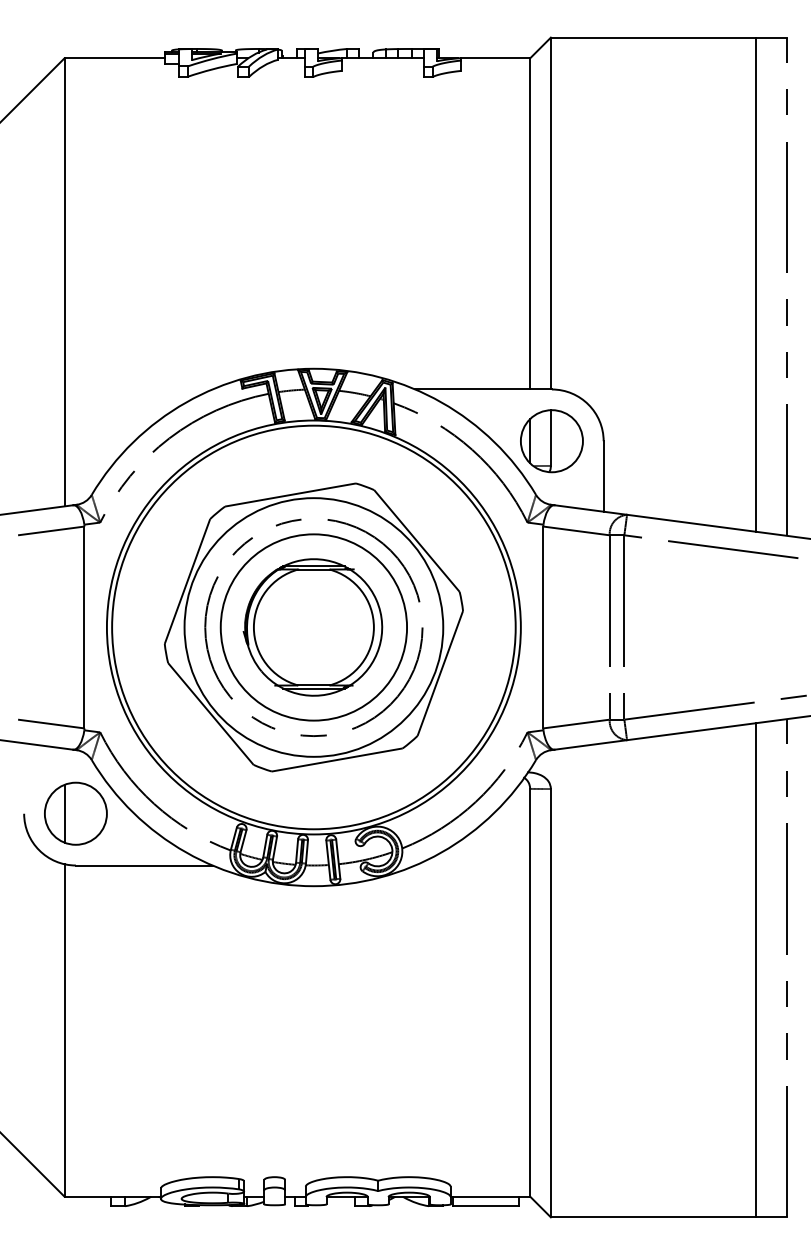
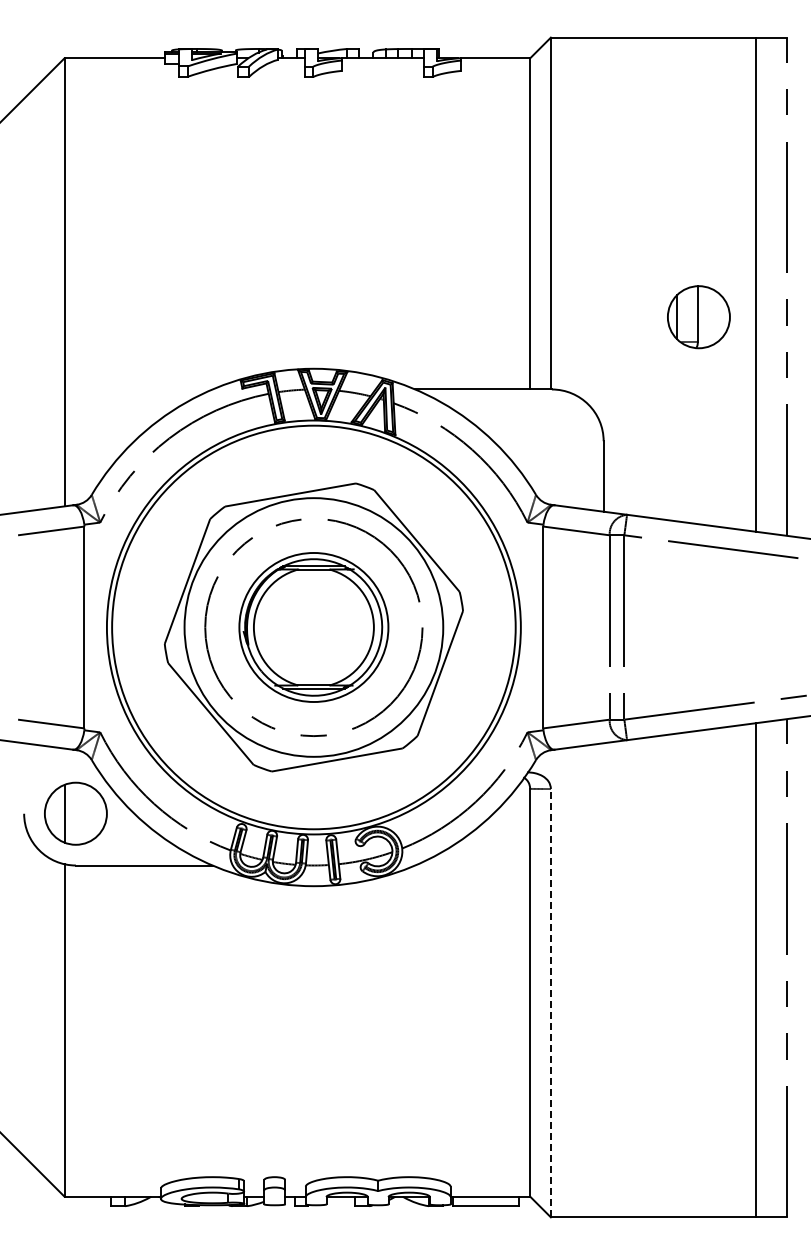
part at (551, 441) position: (551, 441) -> (698, 317)
circle at (313, 627) diameter: 186 px -> 149 px
line at (550, 1002): solid -> dashed
